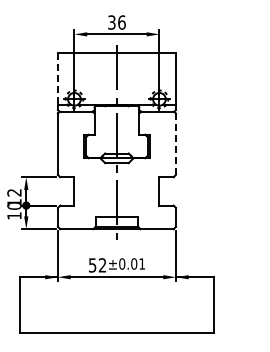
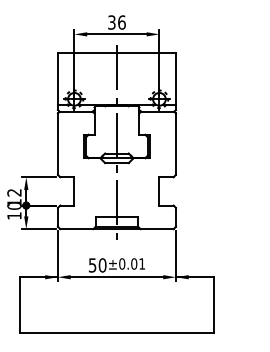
line at (57, 78): dashed -> solid
line at (175, 144): dashed -> solid
text at (102, 265): 52 -> 50
